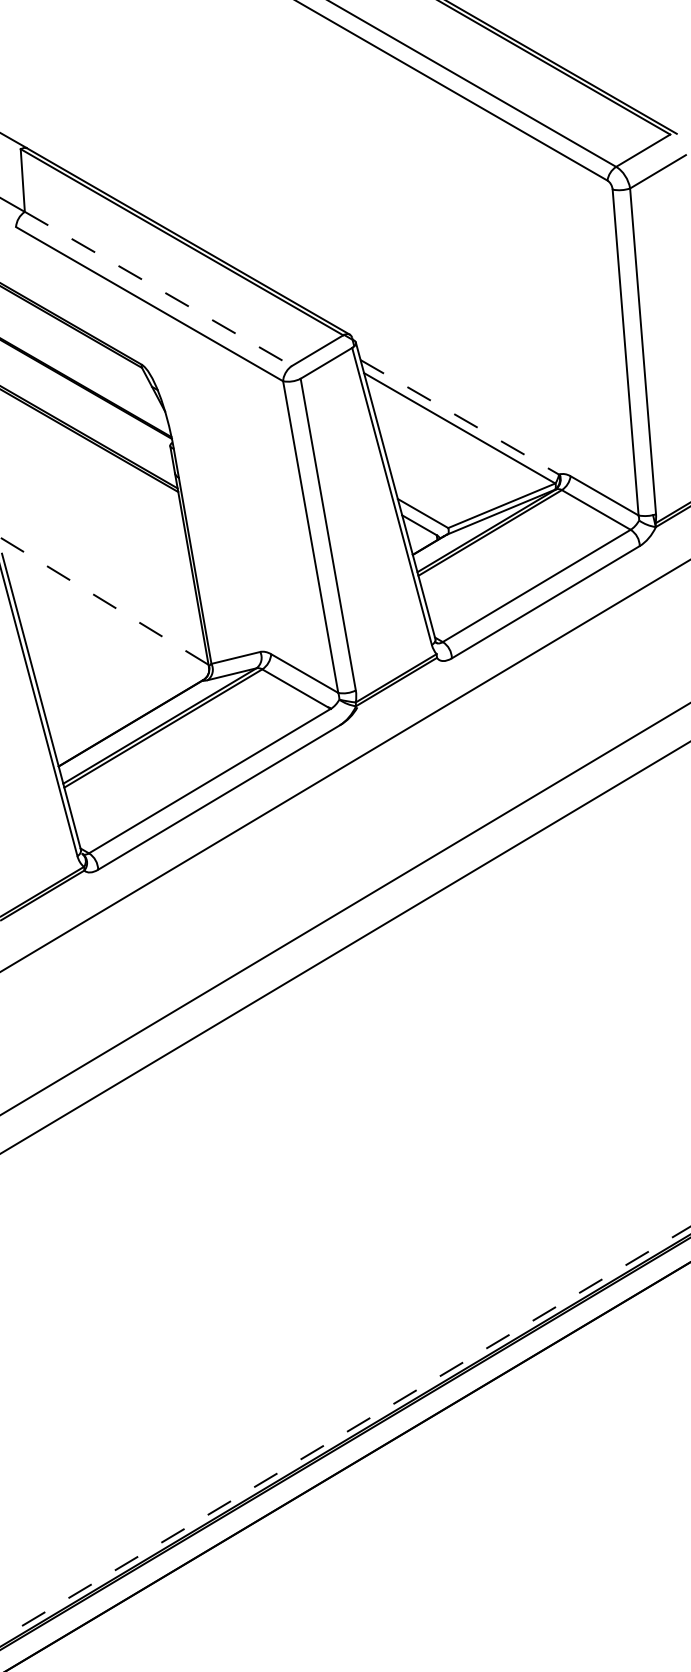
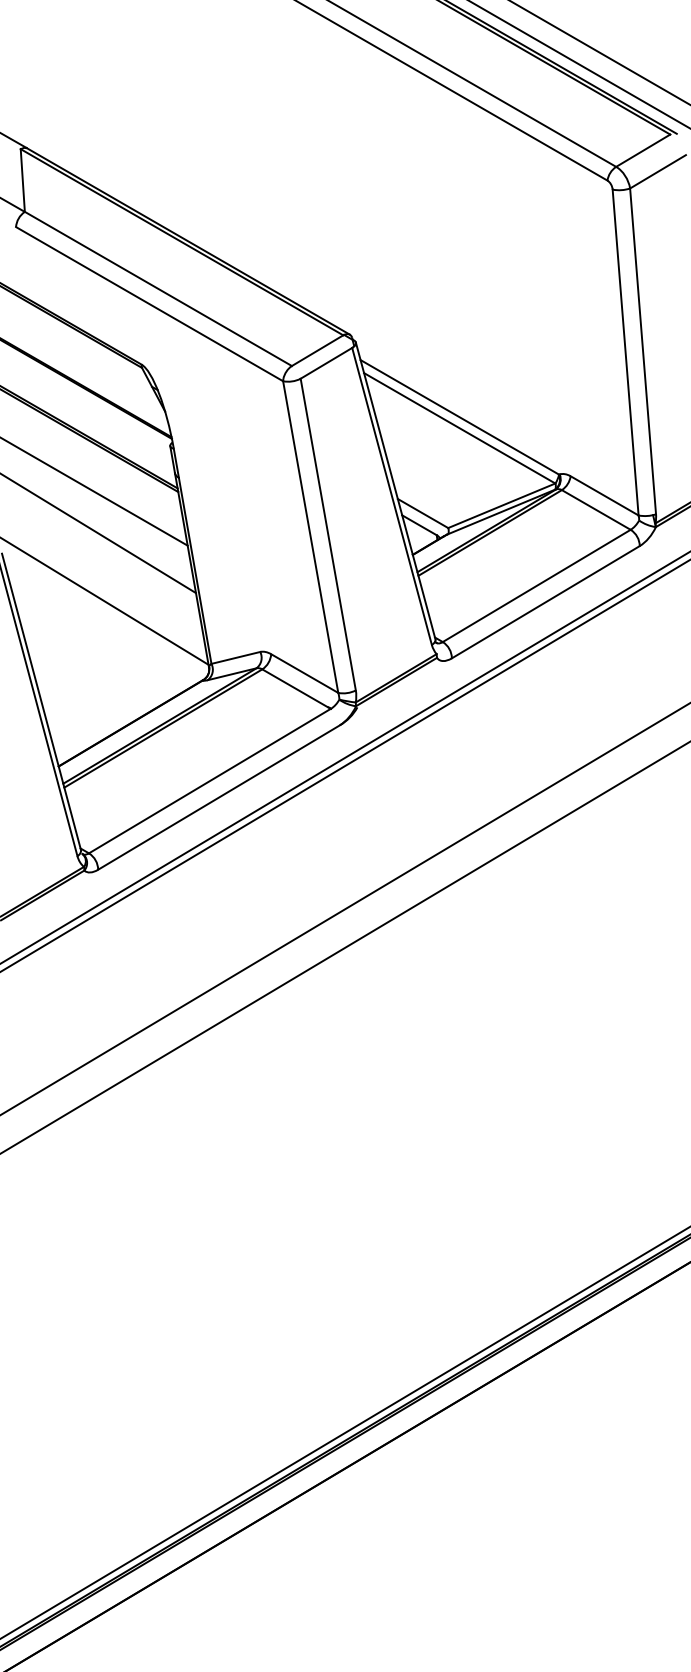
line at (599, 52): none -> present
line at (579, 64): none -> present
line at (158, 289): dashed -> solid
line at (459, 417): dashed -> solid
line at (94, 491): none -> present
line at (98, 533): none -> present
line at (104, 601): dashed -> solid
line at (344, 757): none -> present
line at (345, 1432): dashed -> solid
